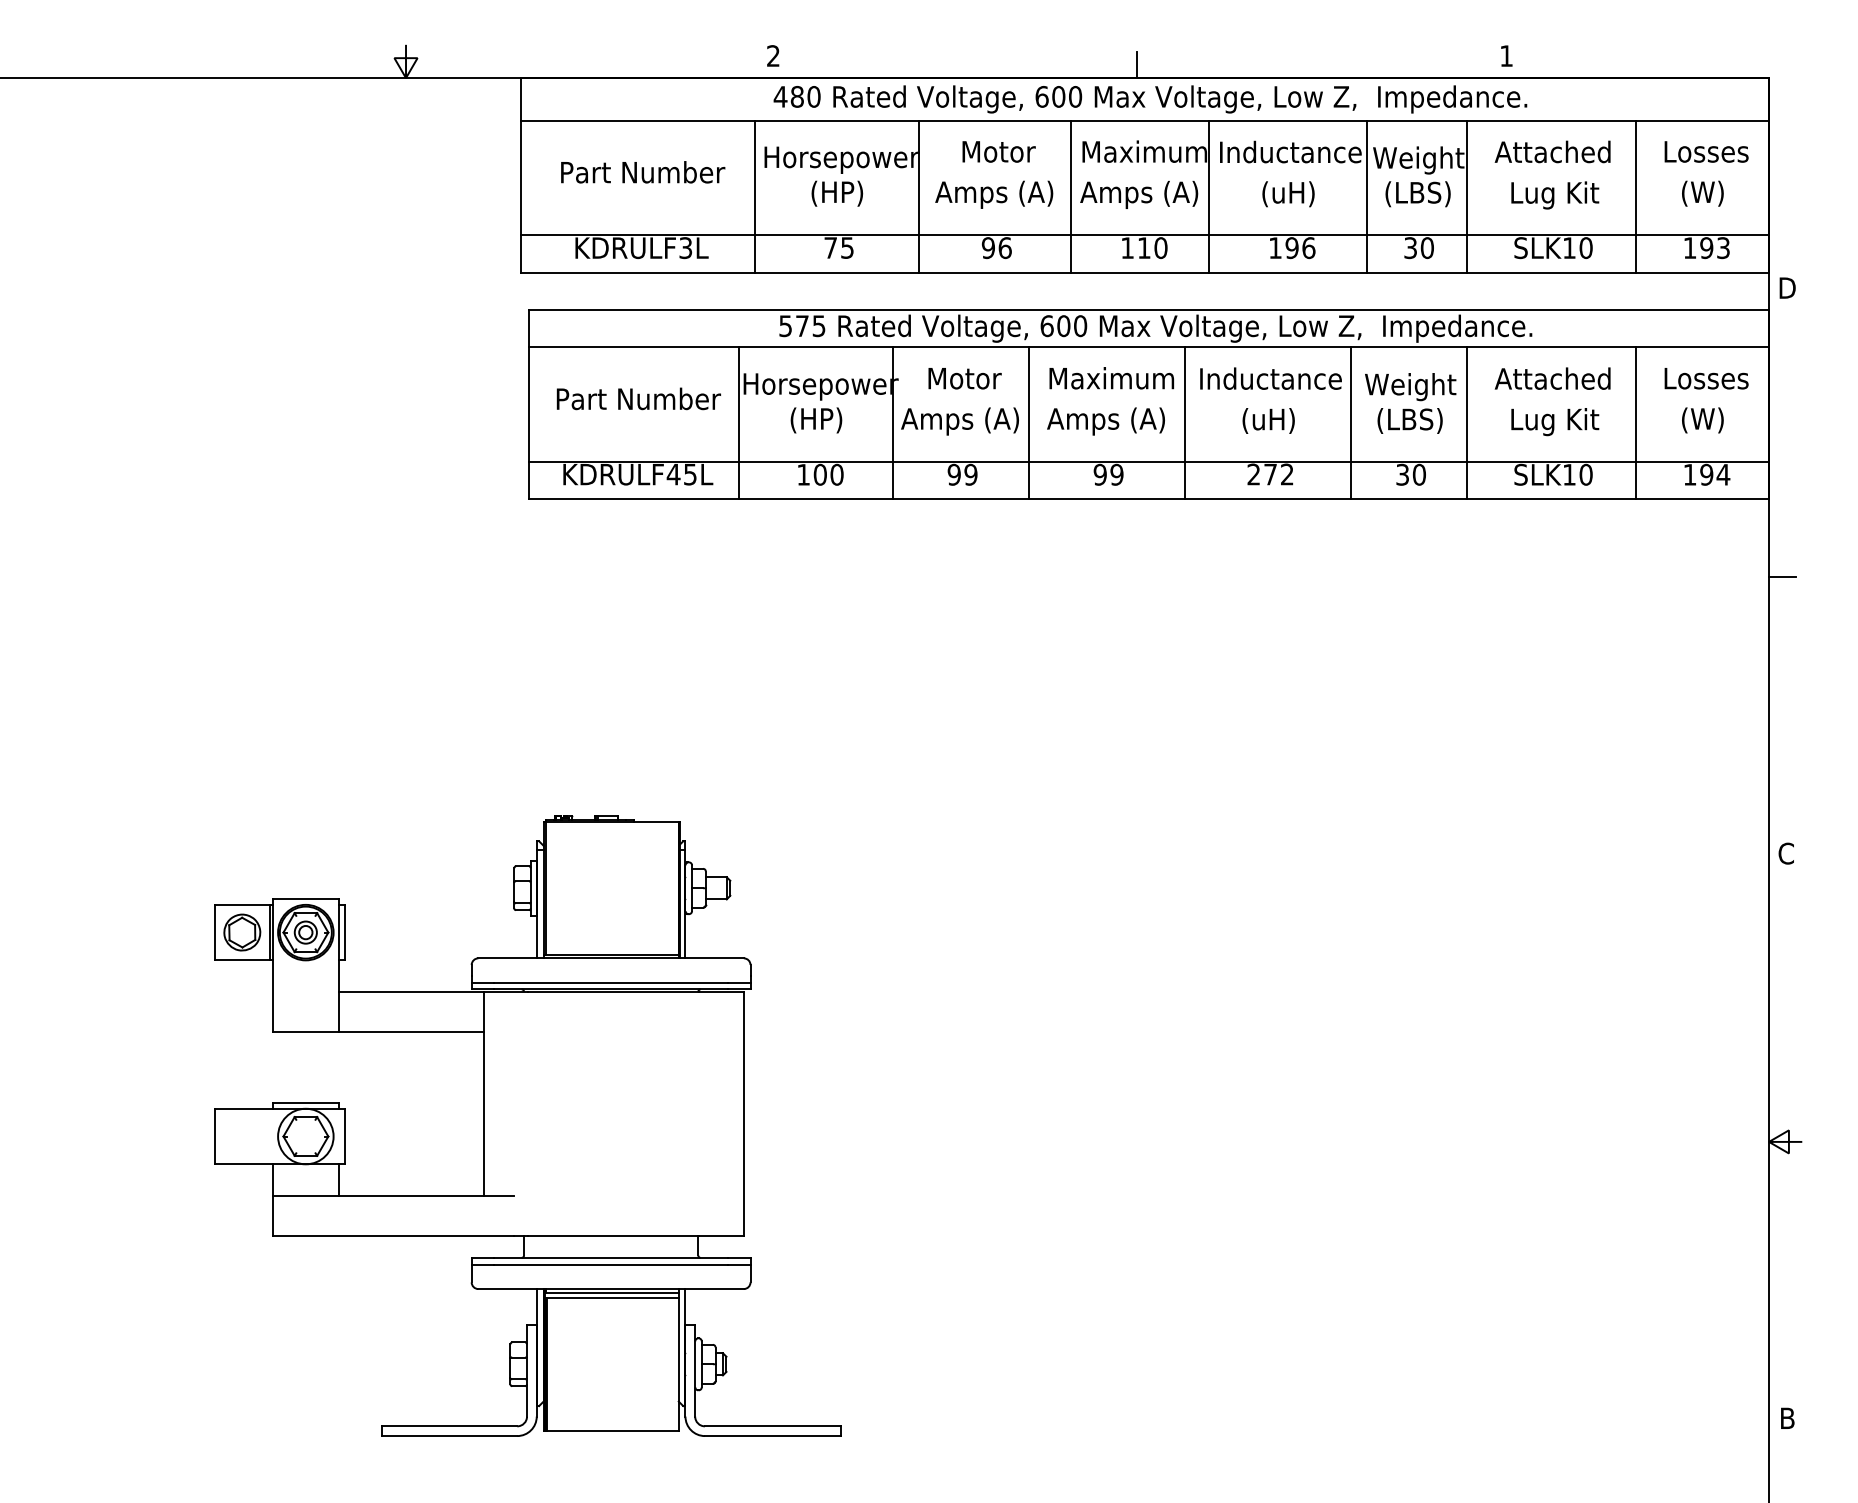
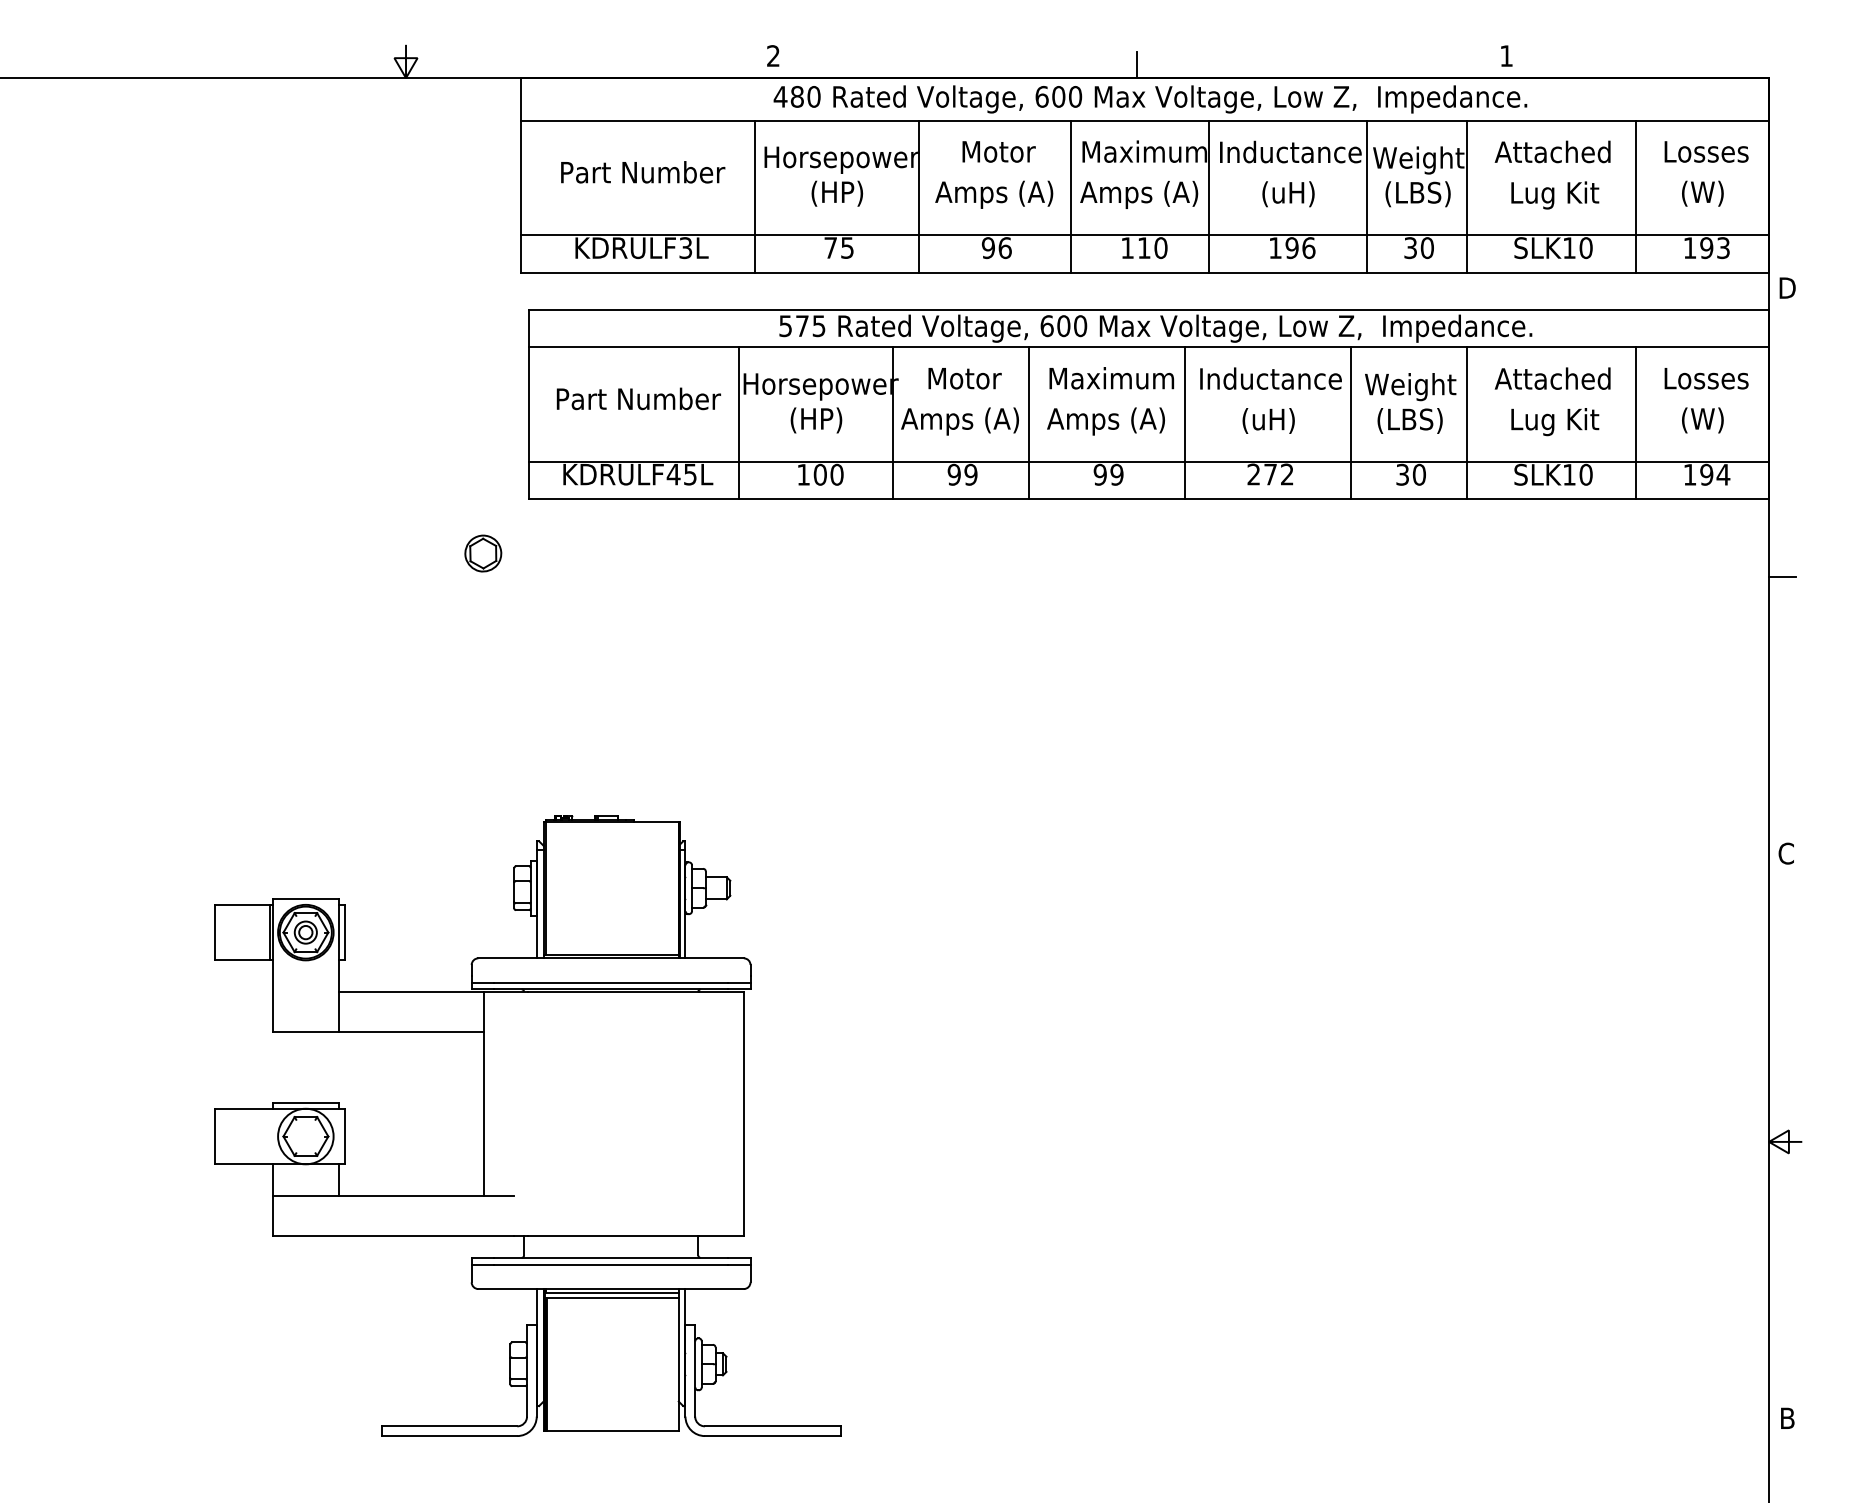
part at (242, 932) position: (242, 932) -> (483, 553)
